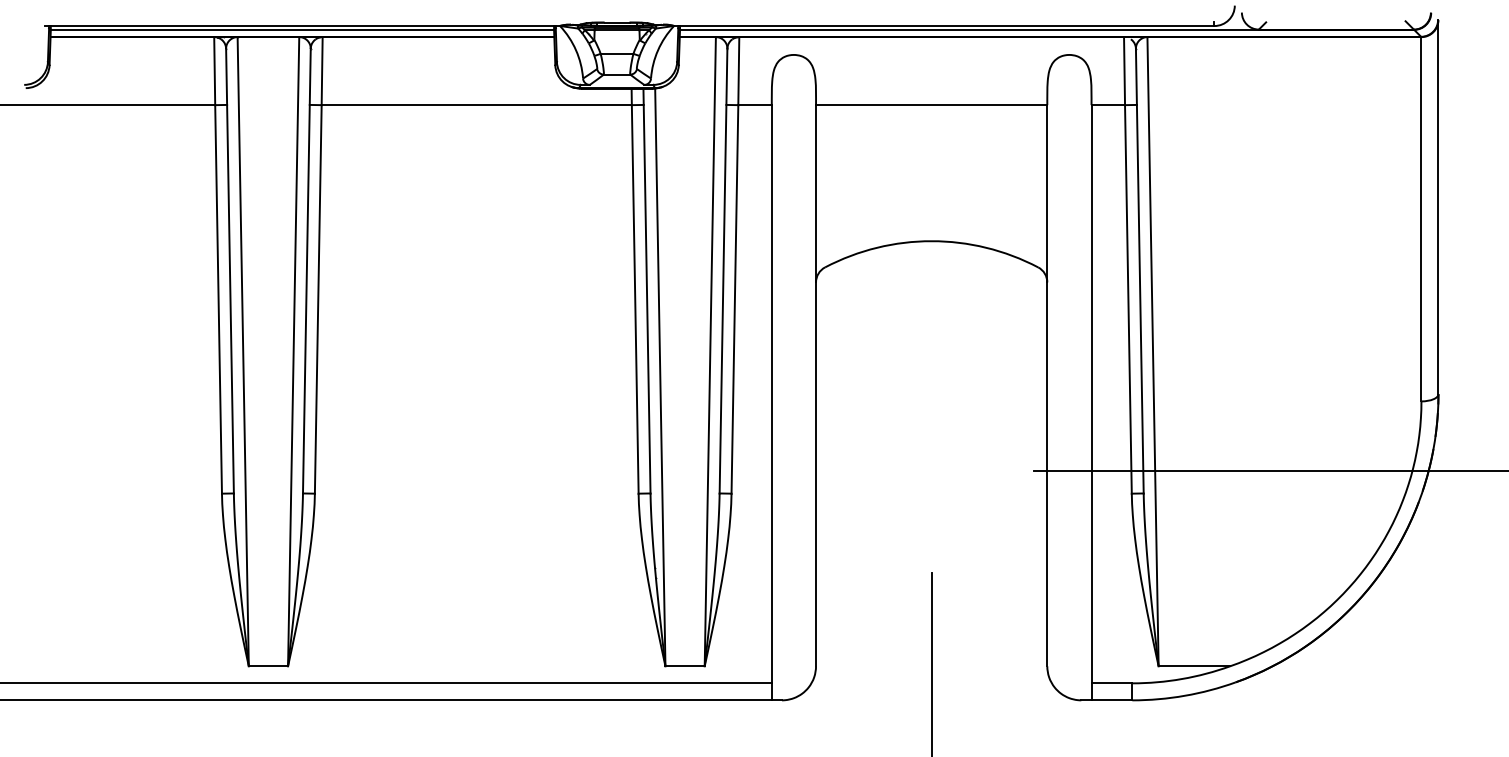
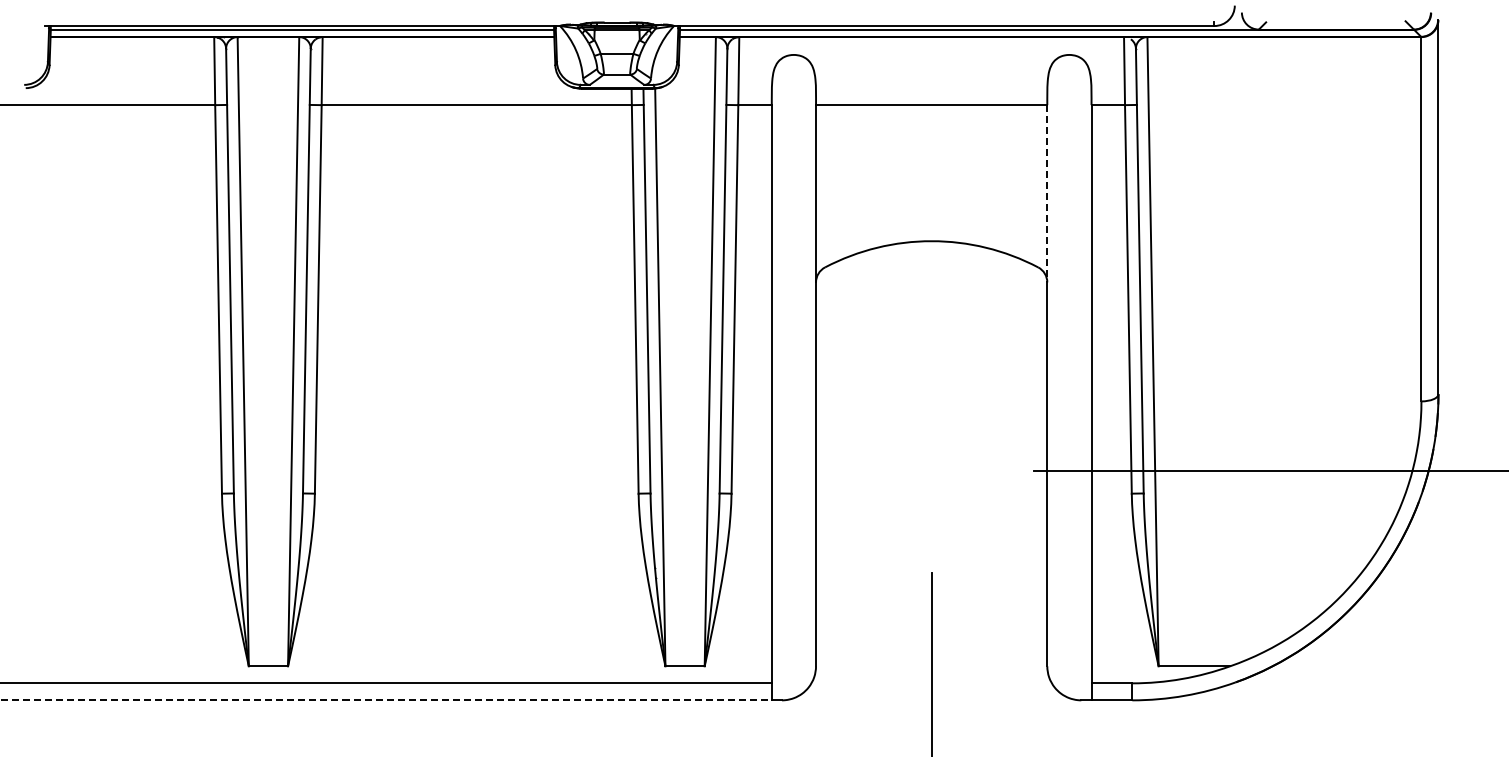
line at (1047, 193): solid -> dashed
line at (385, 700): solid -> dashed
